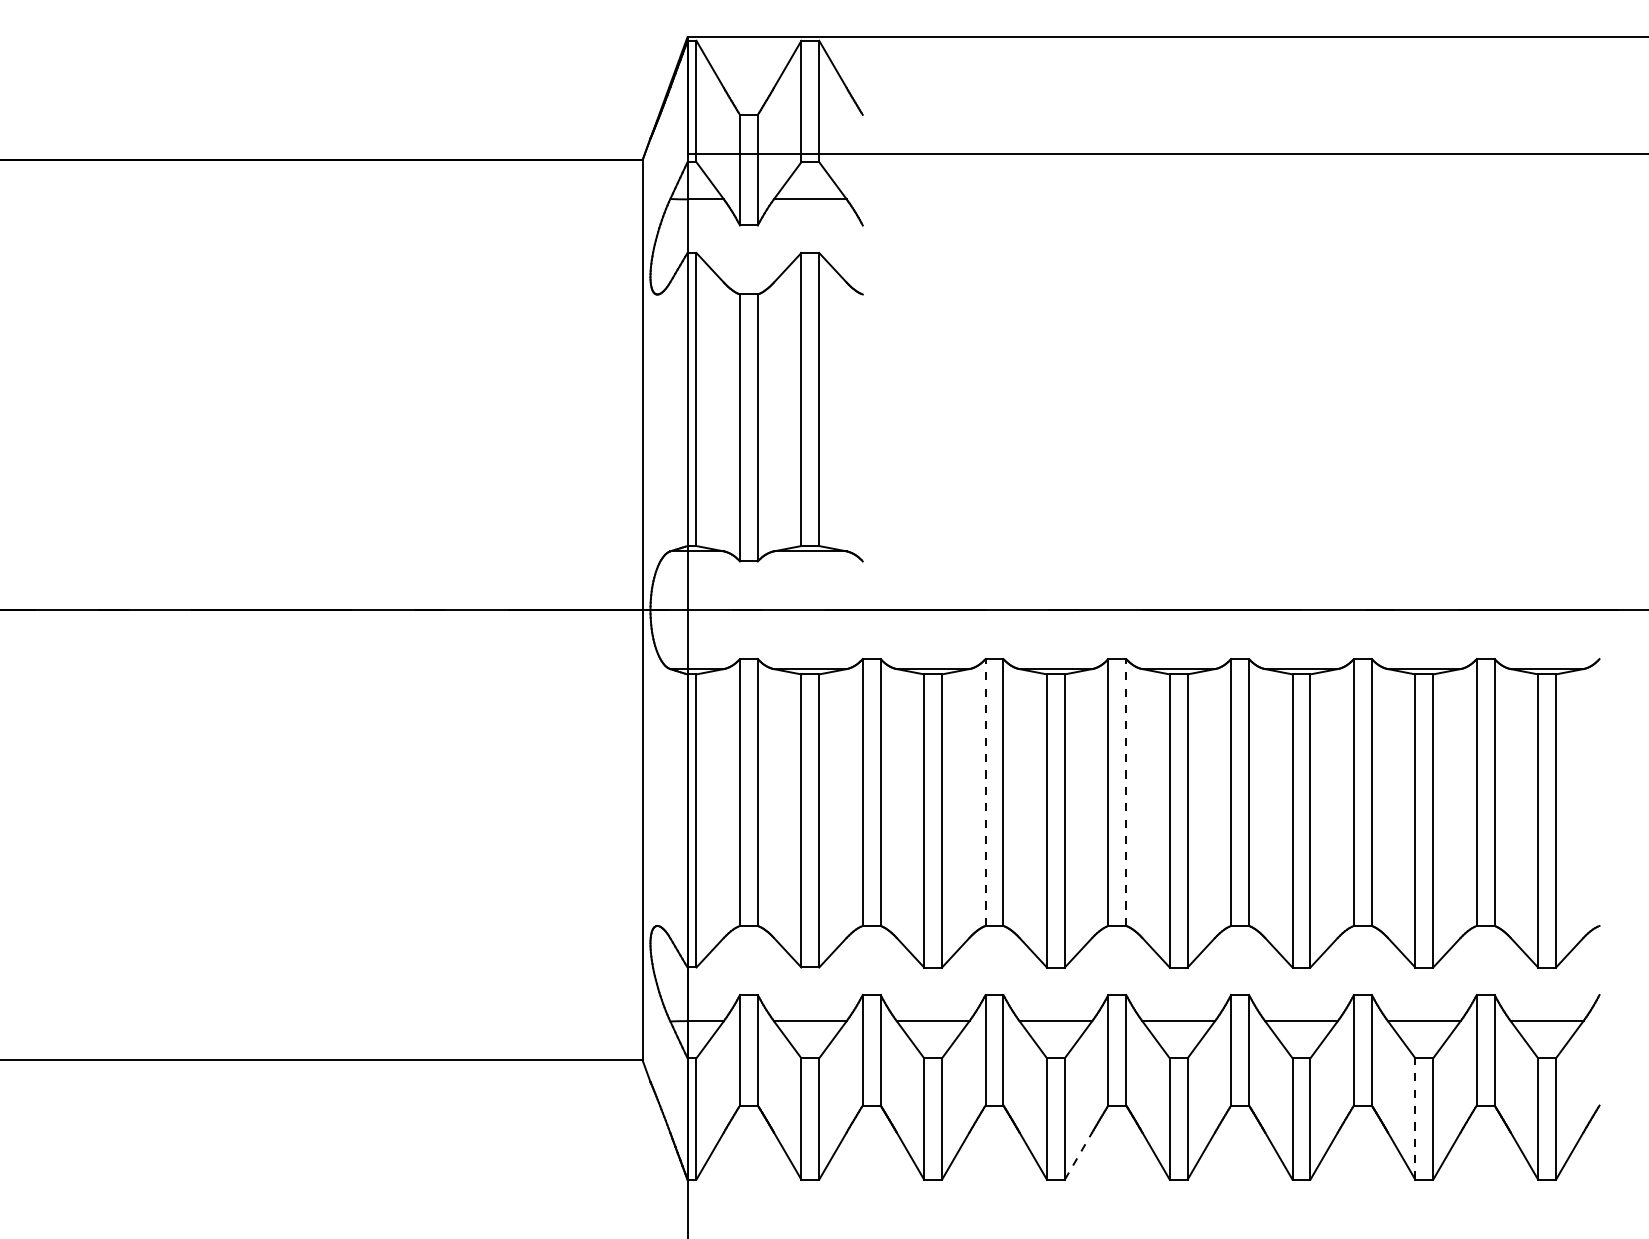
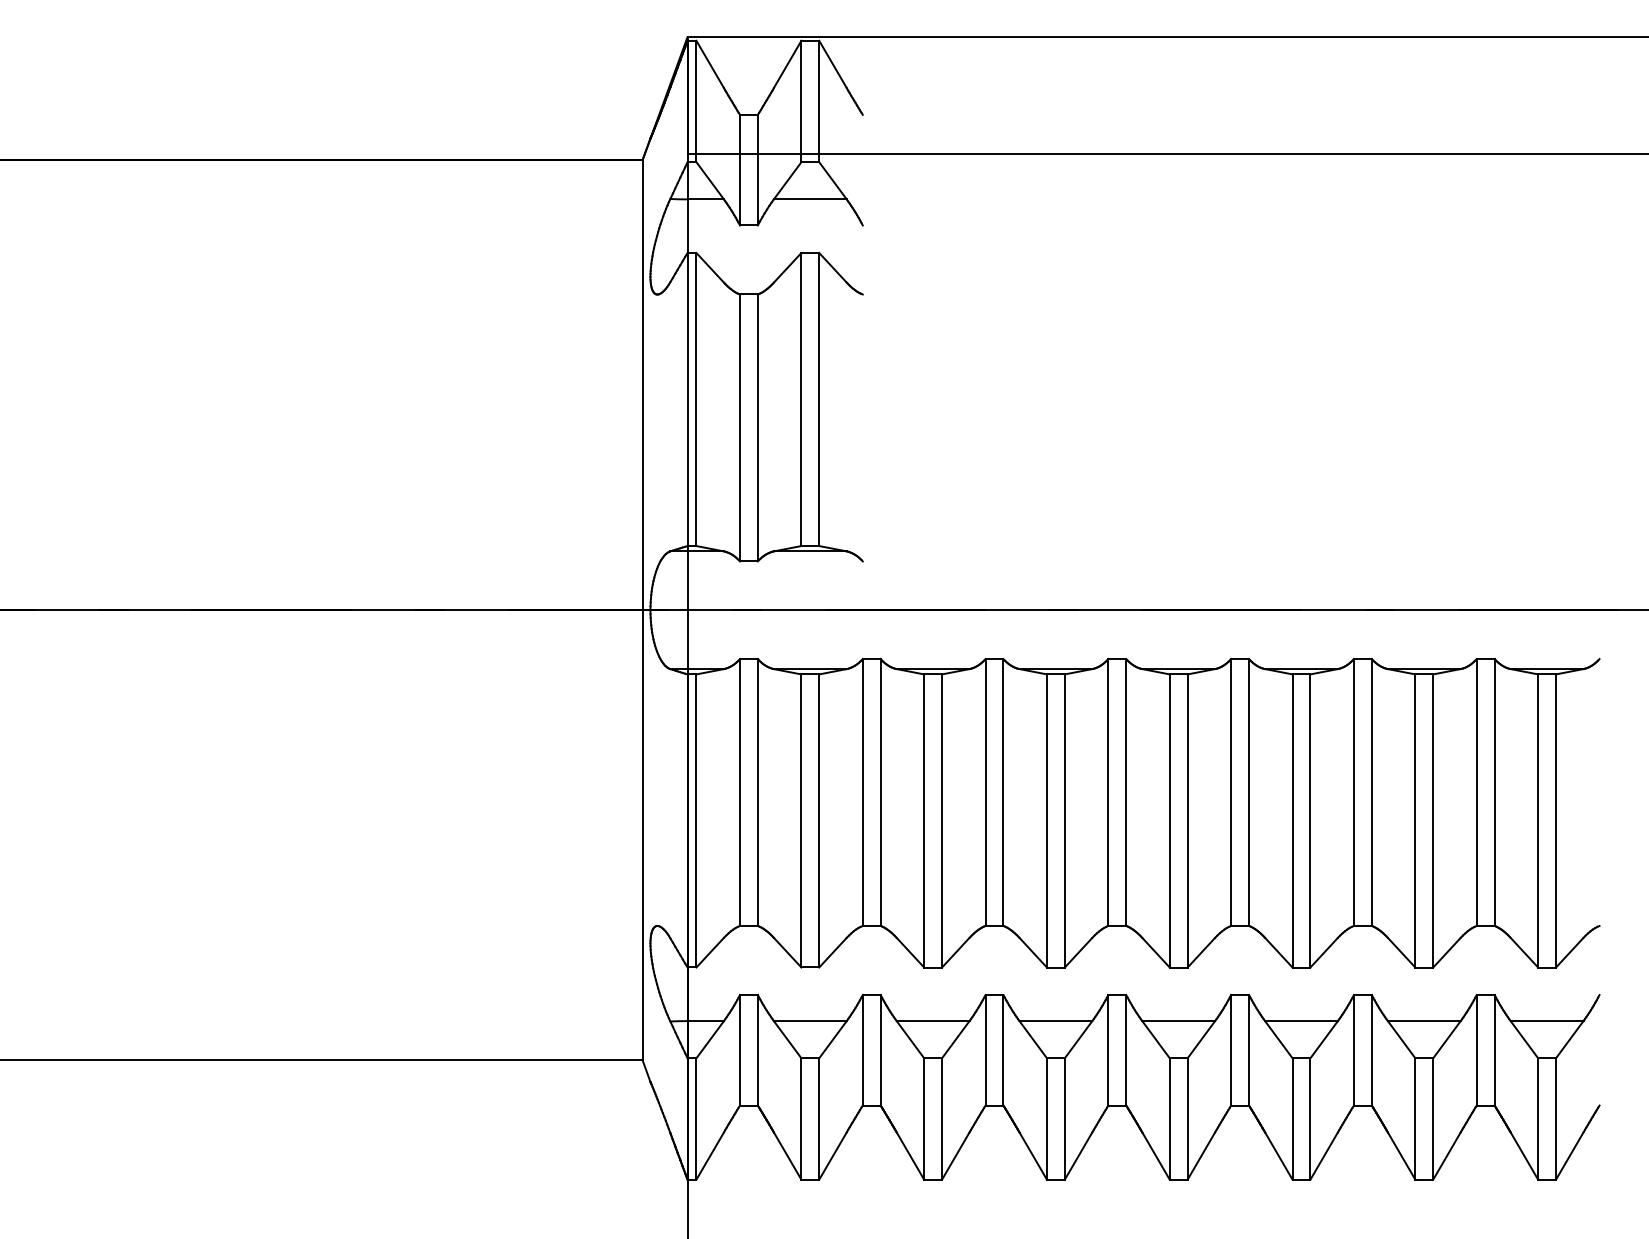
line at (985, 792): dashed -> solid
line at (1126, 792): dashed -> solid
line at (1415, 1118): dashed -> solid
line at (1078, 1155): dashed -> solid
